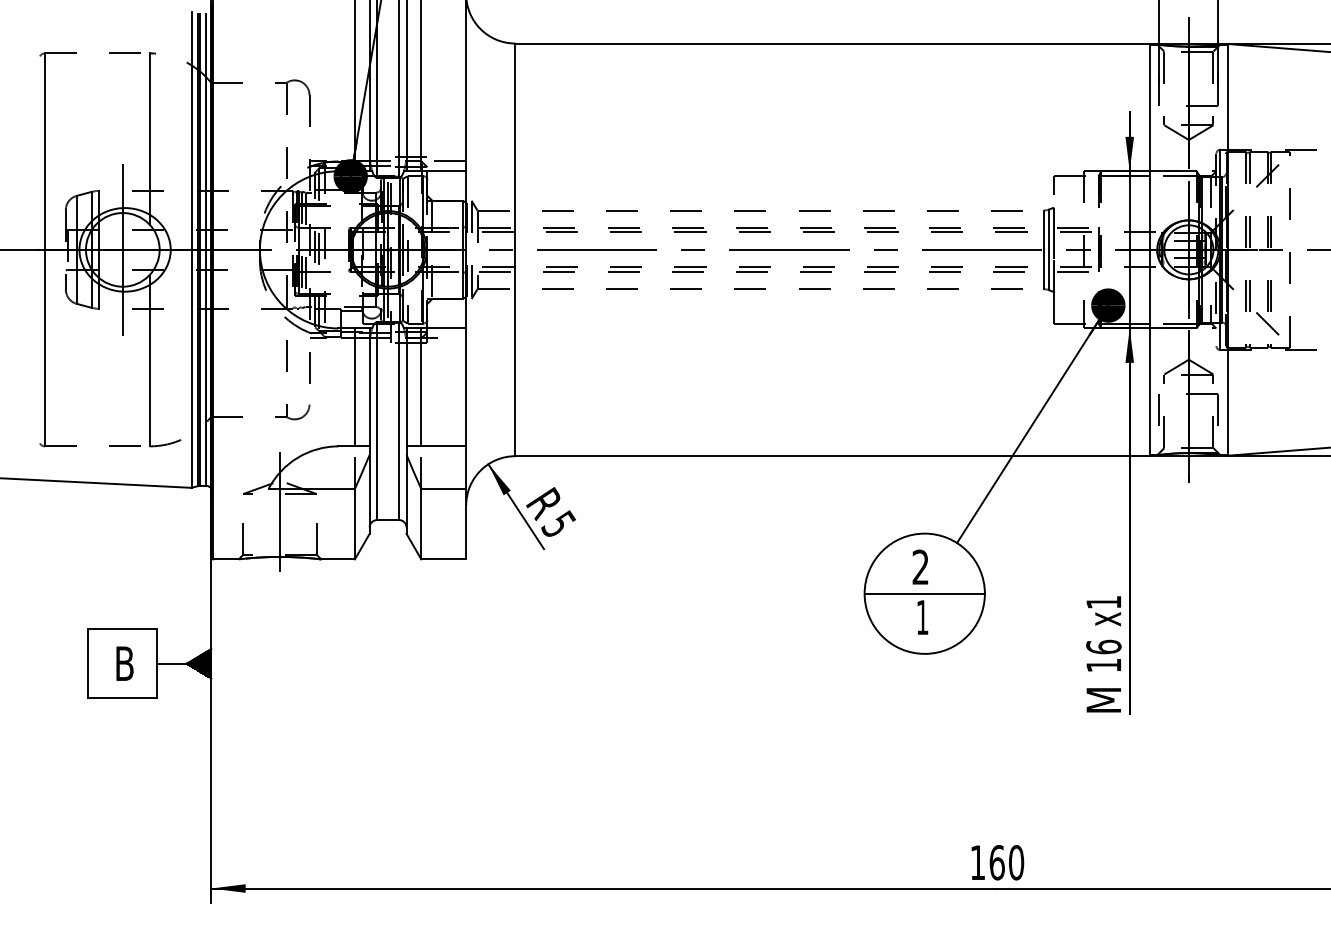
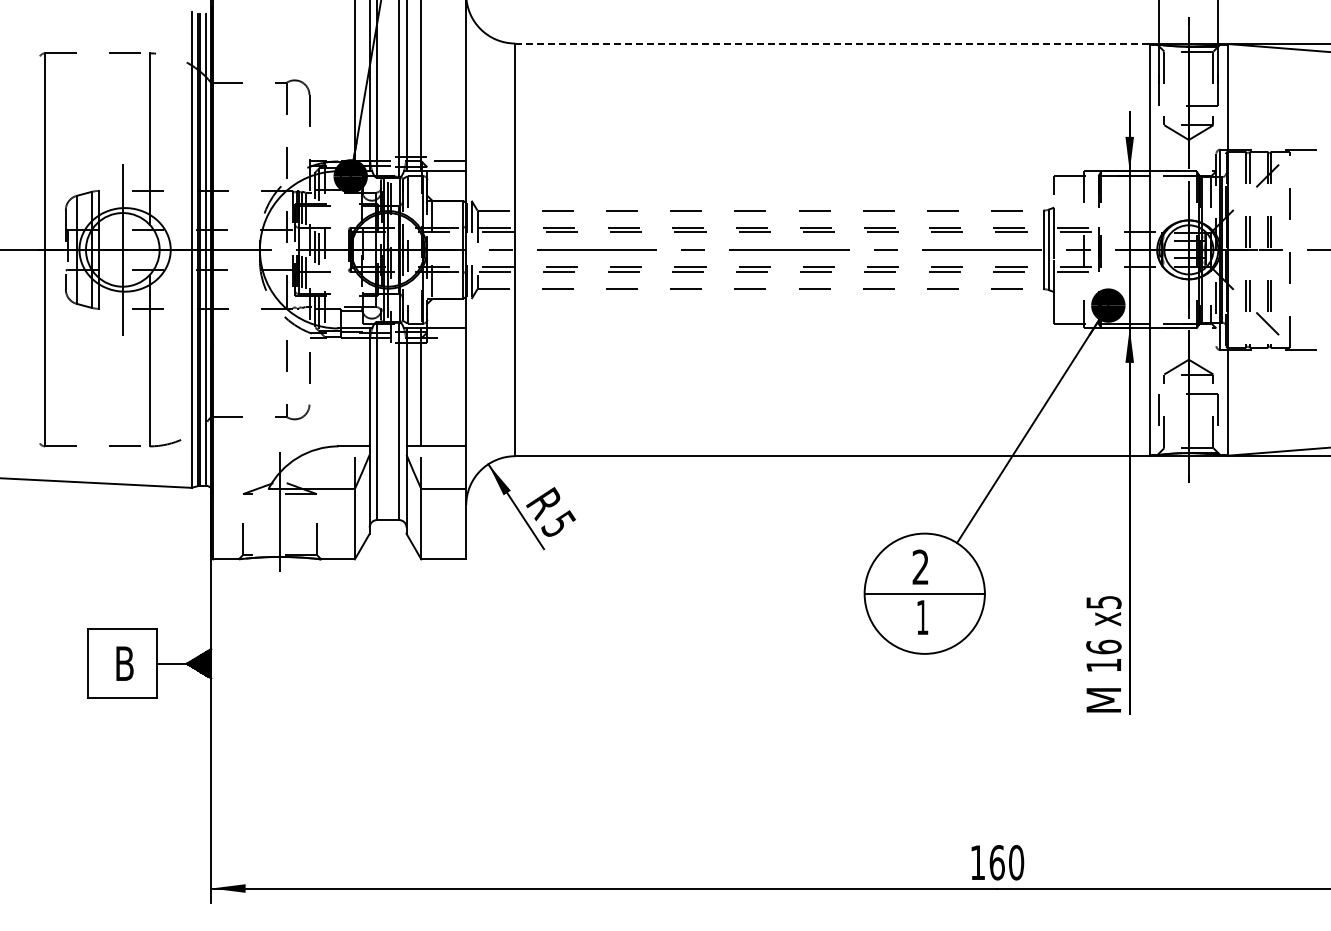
line at (832, 43): solid -> dashed
line at (354, 387): present -> none
text at (1103, 602): x1 -> x5
